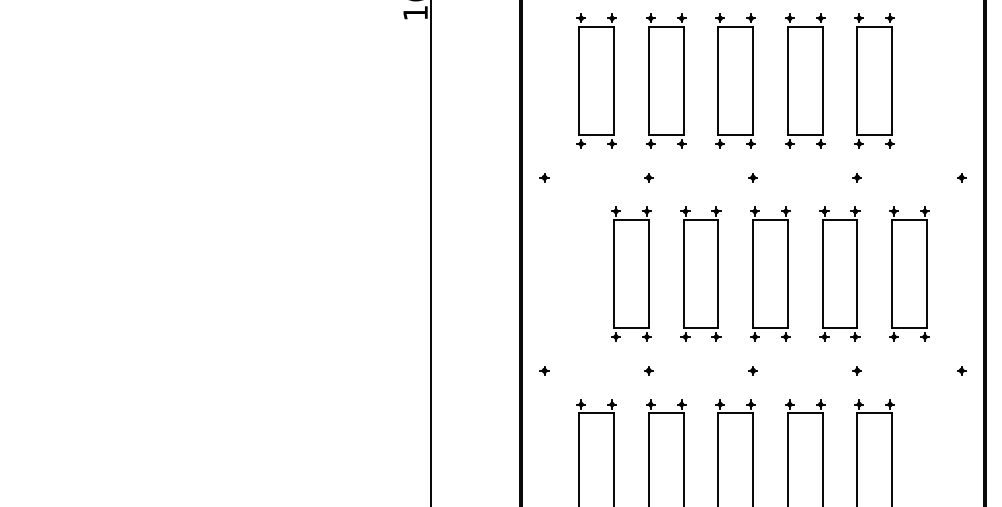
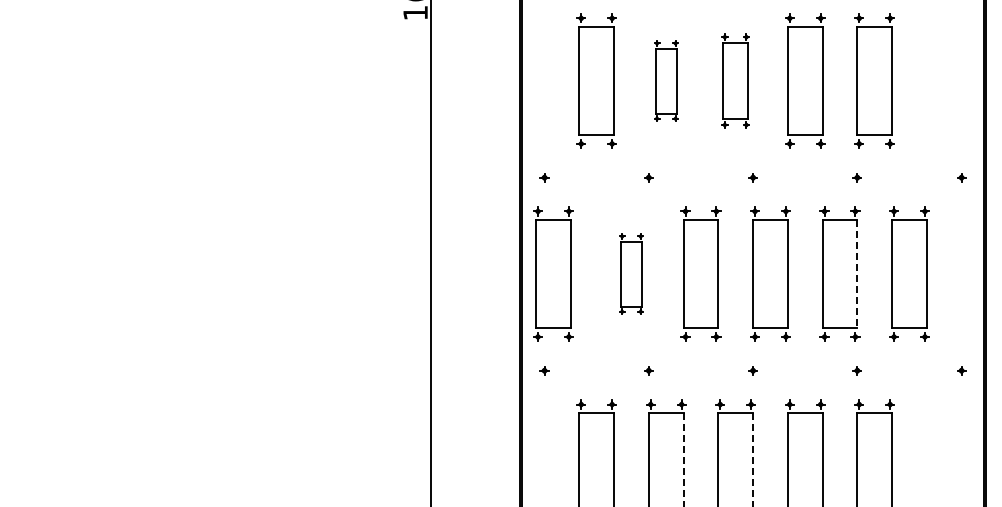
part at (666, 80) size: 41x136 px -> 25x82 px
part at (735, 80) size: 41x136 px -> 29x96 px
part at (553, 273): none -> present
part at (631, 273) size: 41x136 px -> 25x82 px
line at (857, 274): solid -> dashed
line at (683, 459): solid -> dashed
line at (753, 459): solid -> dashed
